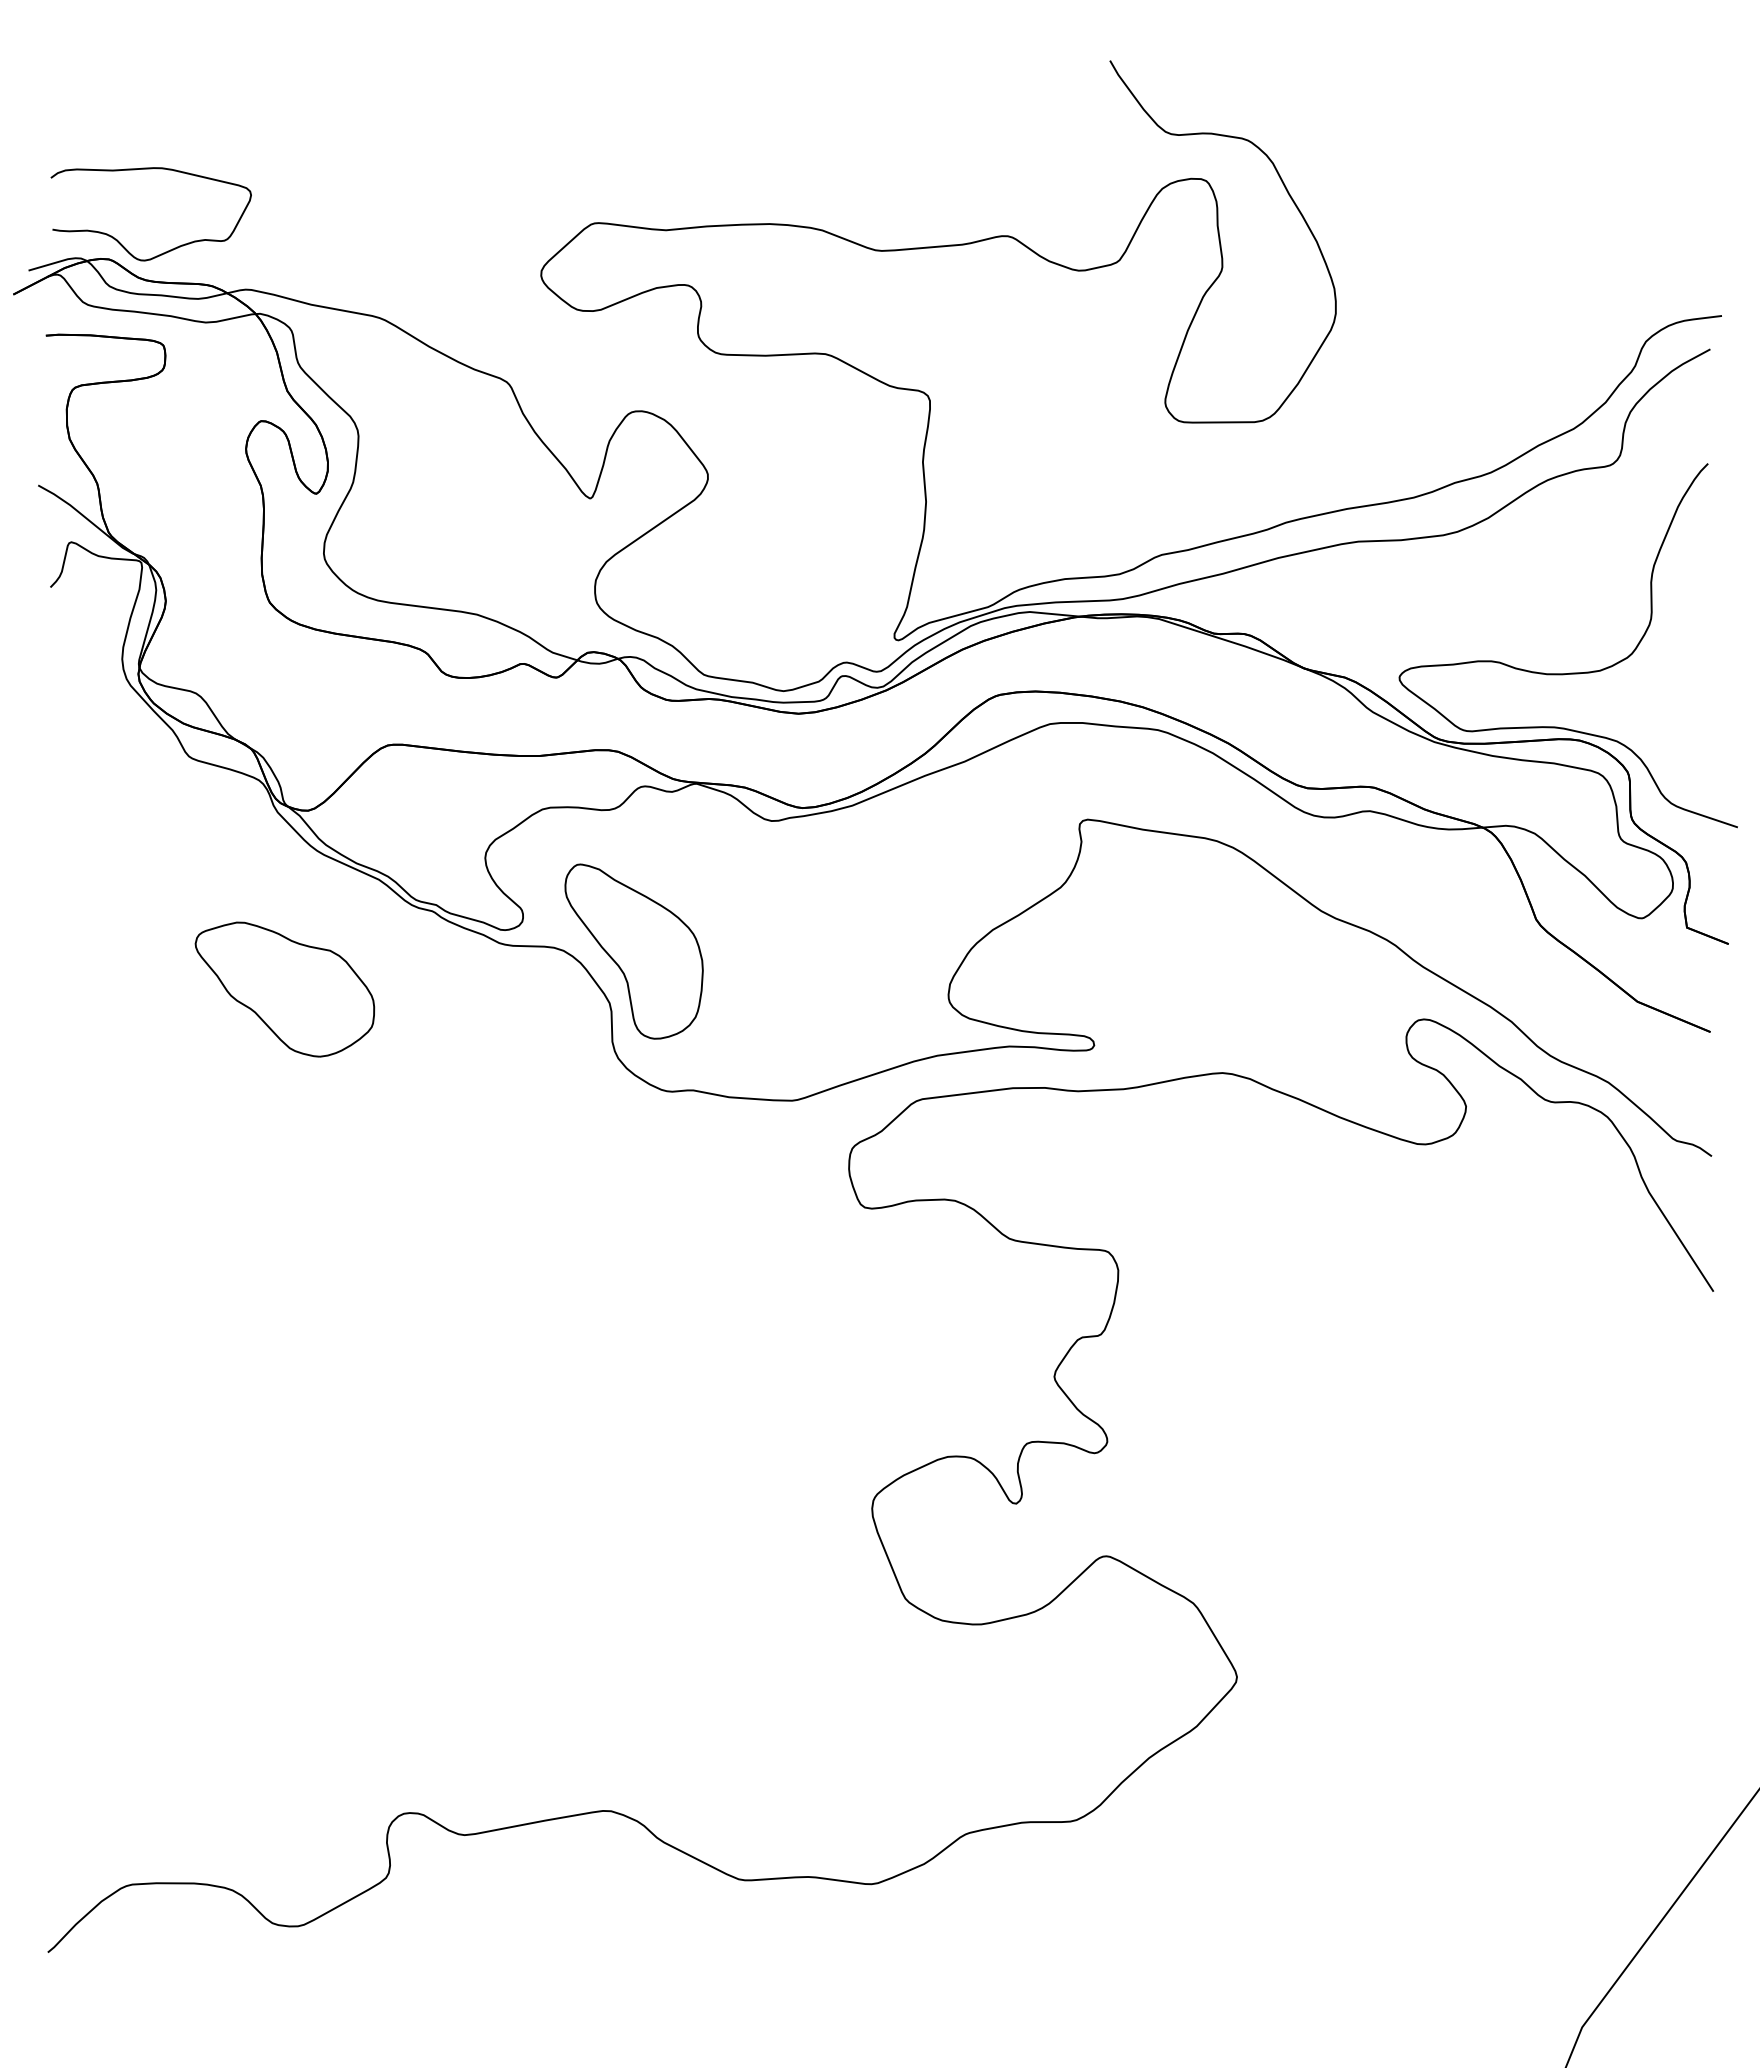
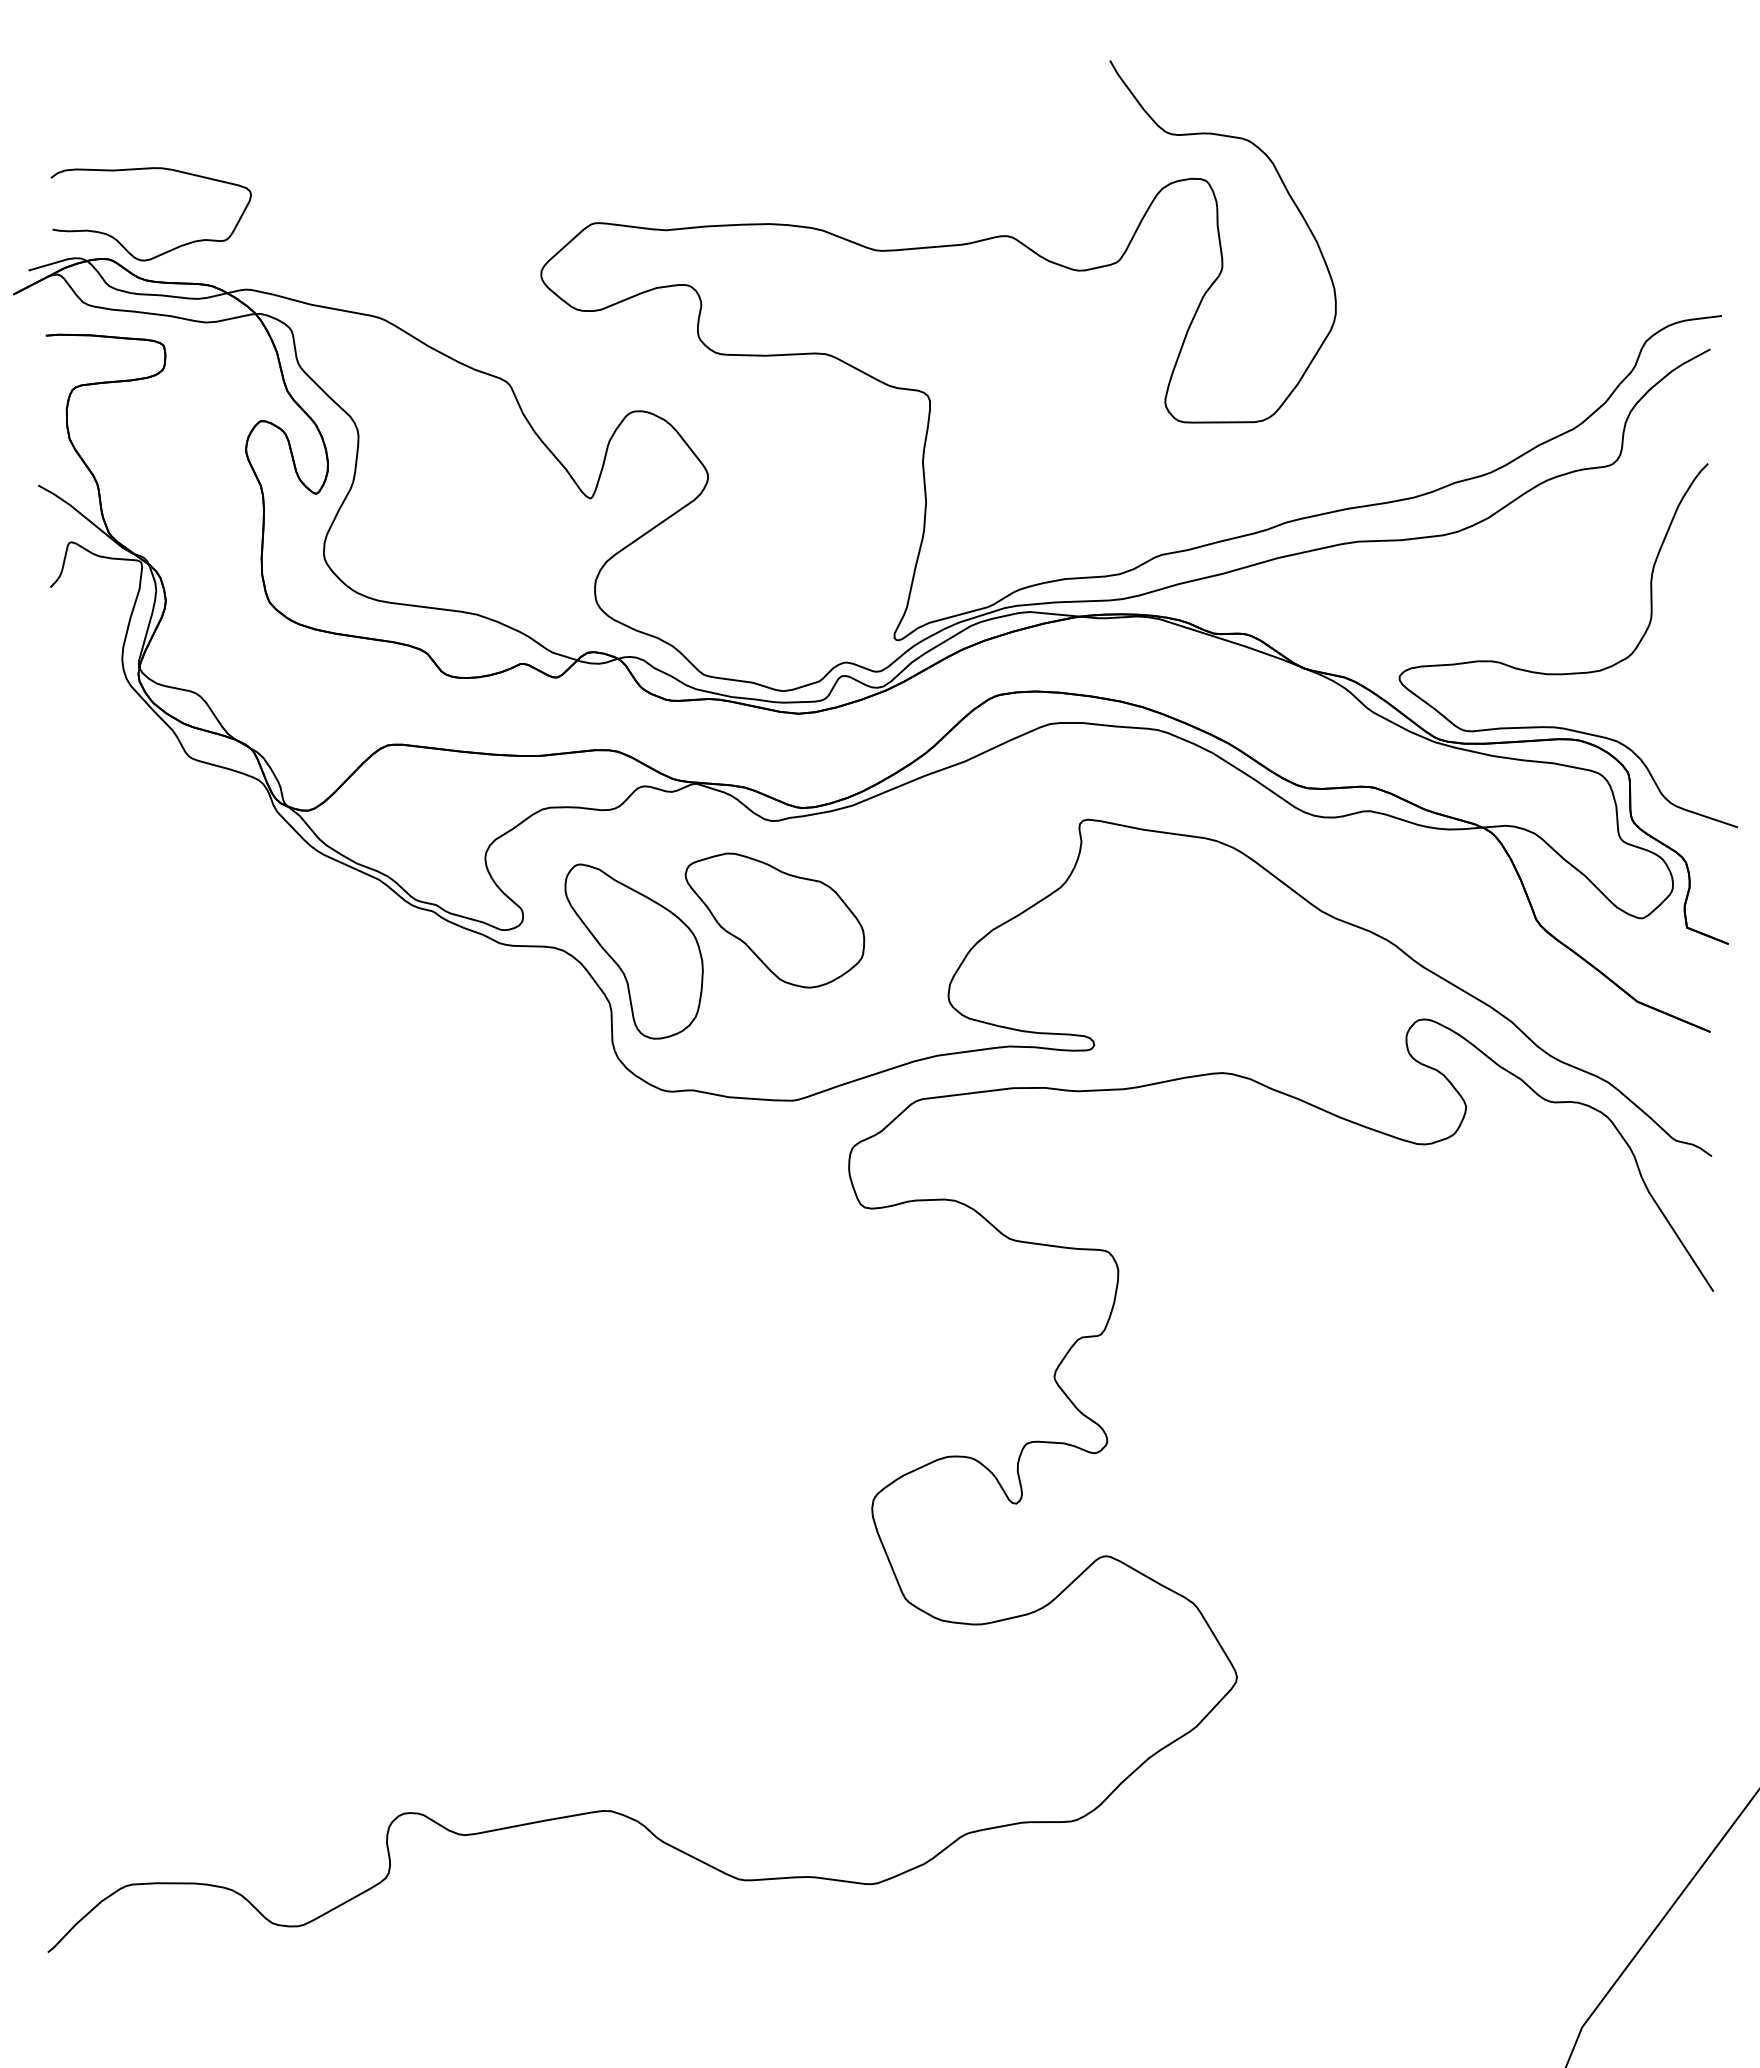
part at (284, 989) position: (284, 989) -> (774, 920)
